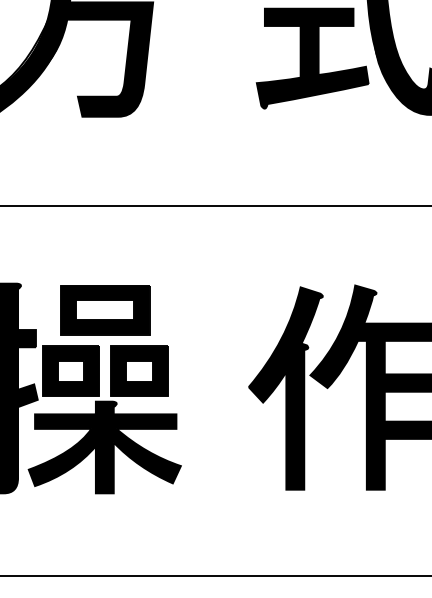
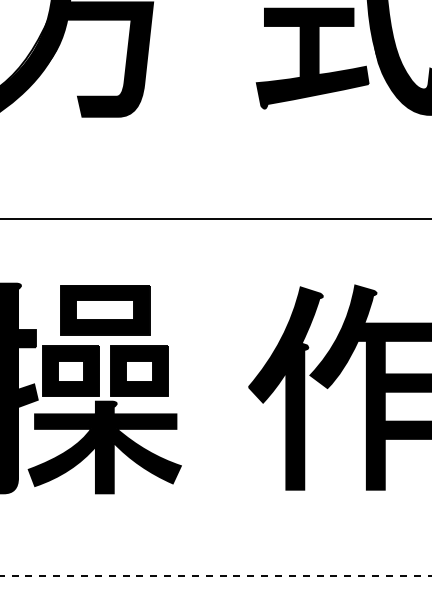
line at (215, 205) position: (215, 205) -> (215, 218)
line at (216, 575): solid -> dashed
